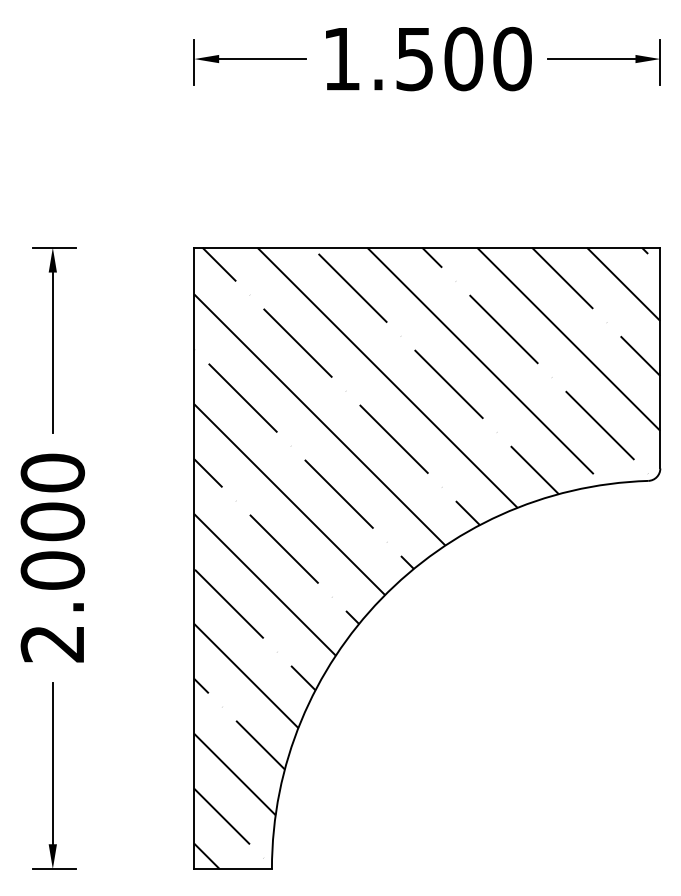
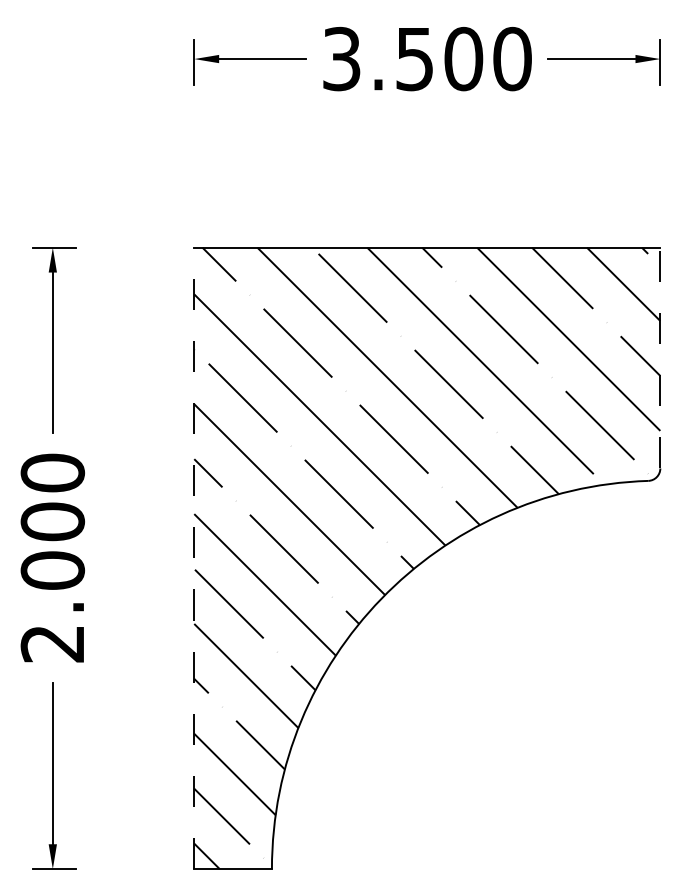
text at (341, 58): 1.500 -> 3.500
line at (660, 357): solid -> dashed
line at (194, 558): solid -> dashed
